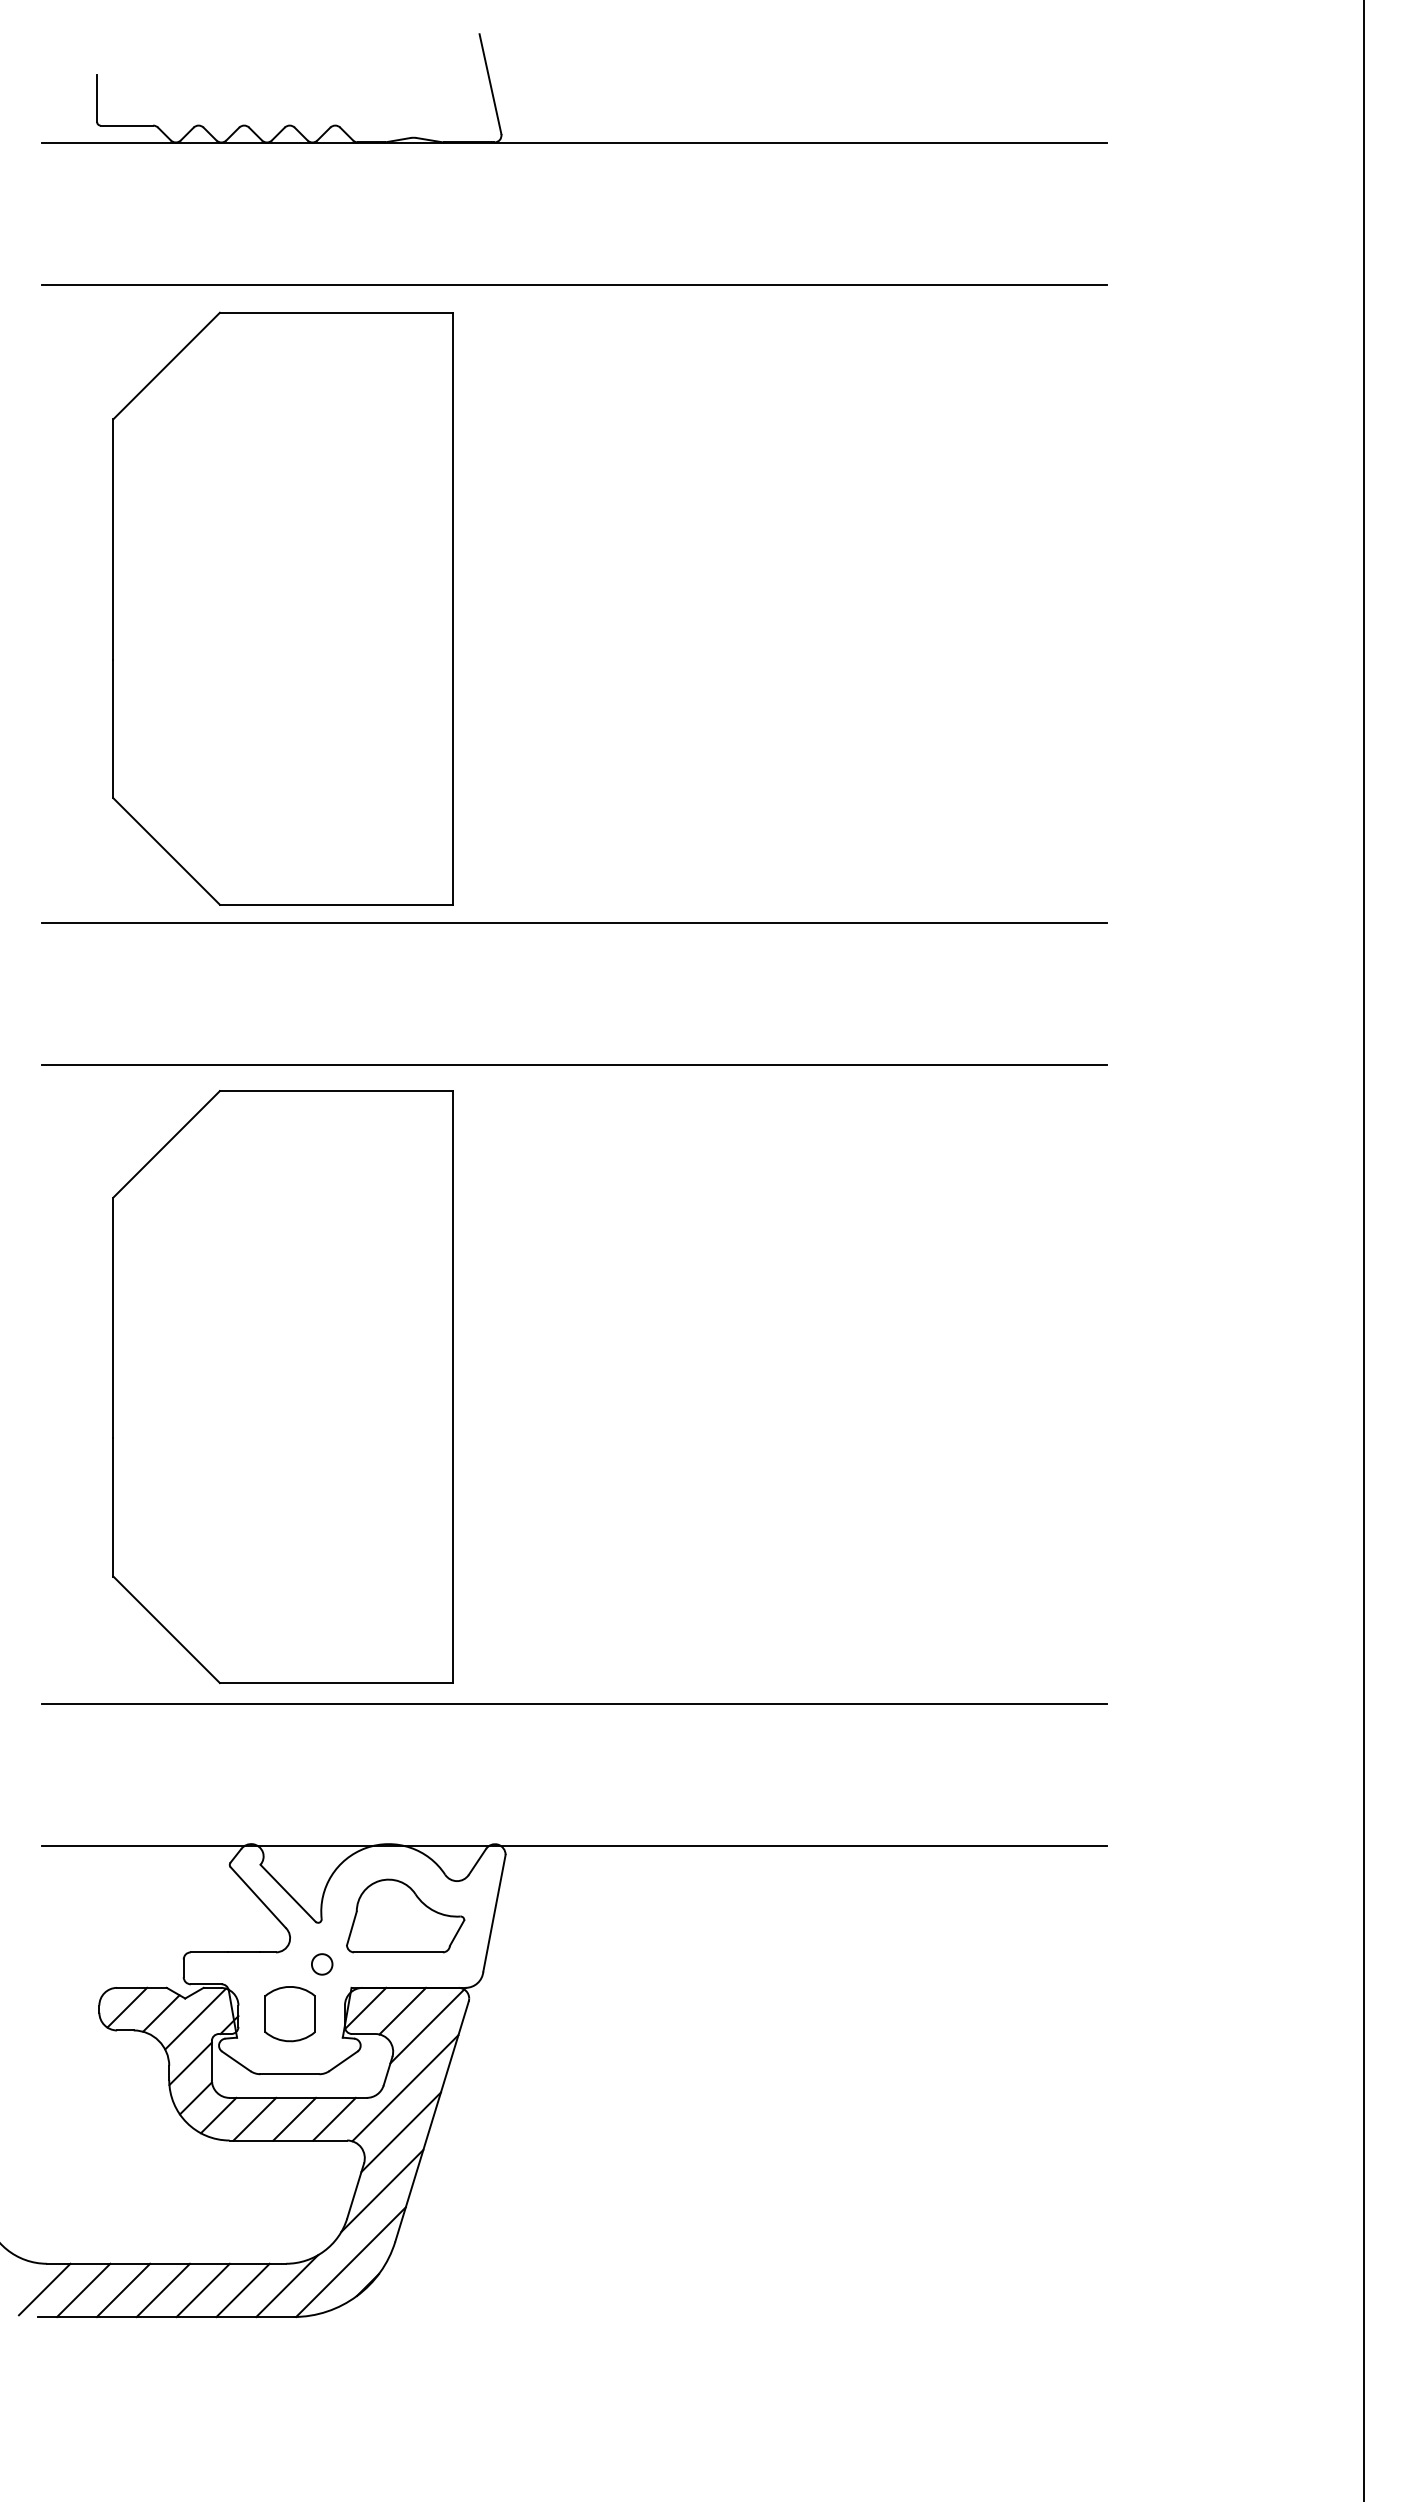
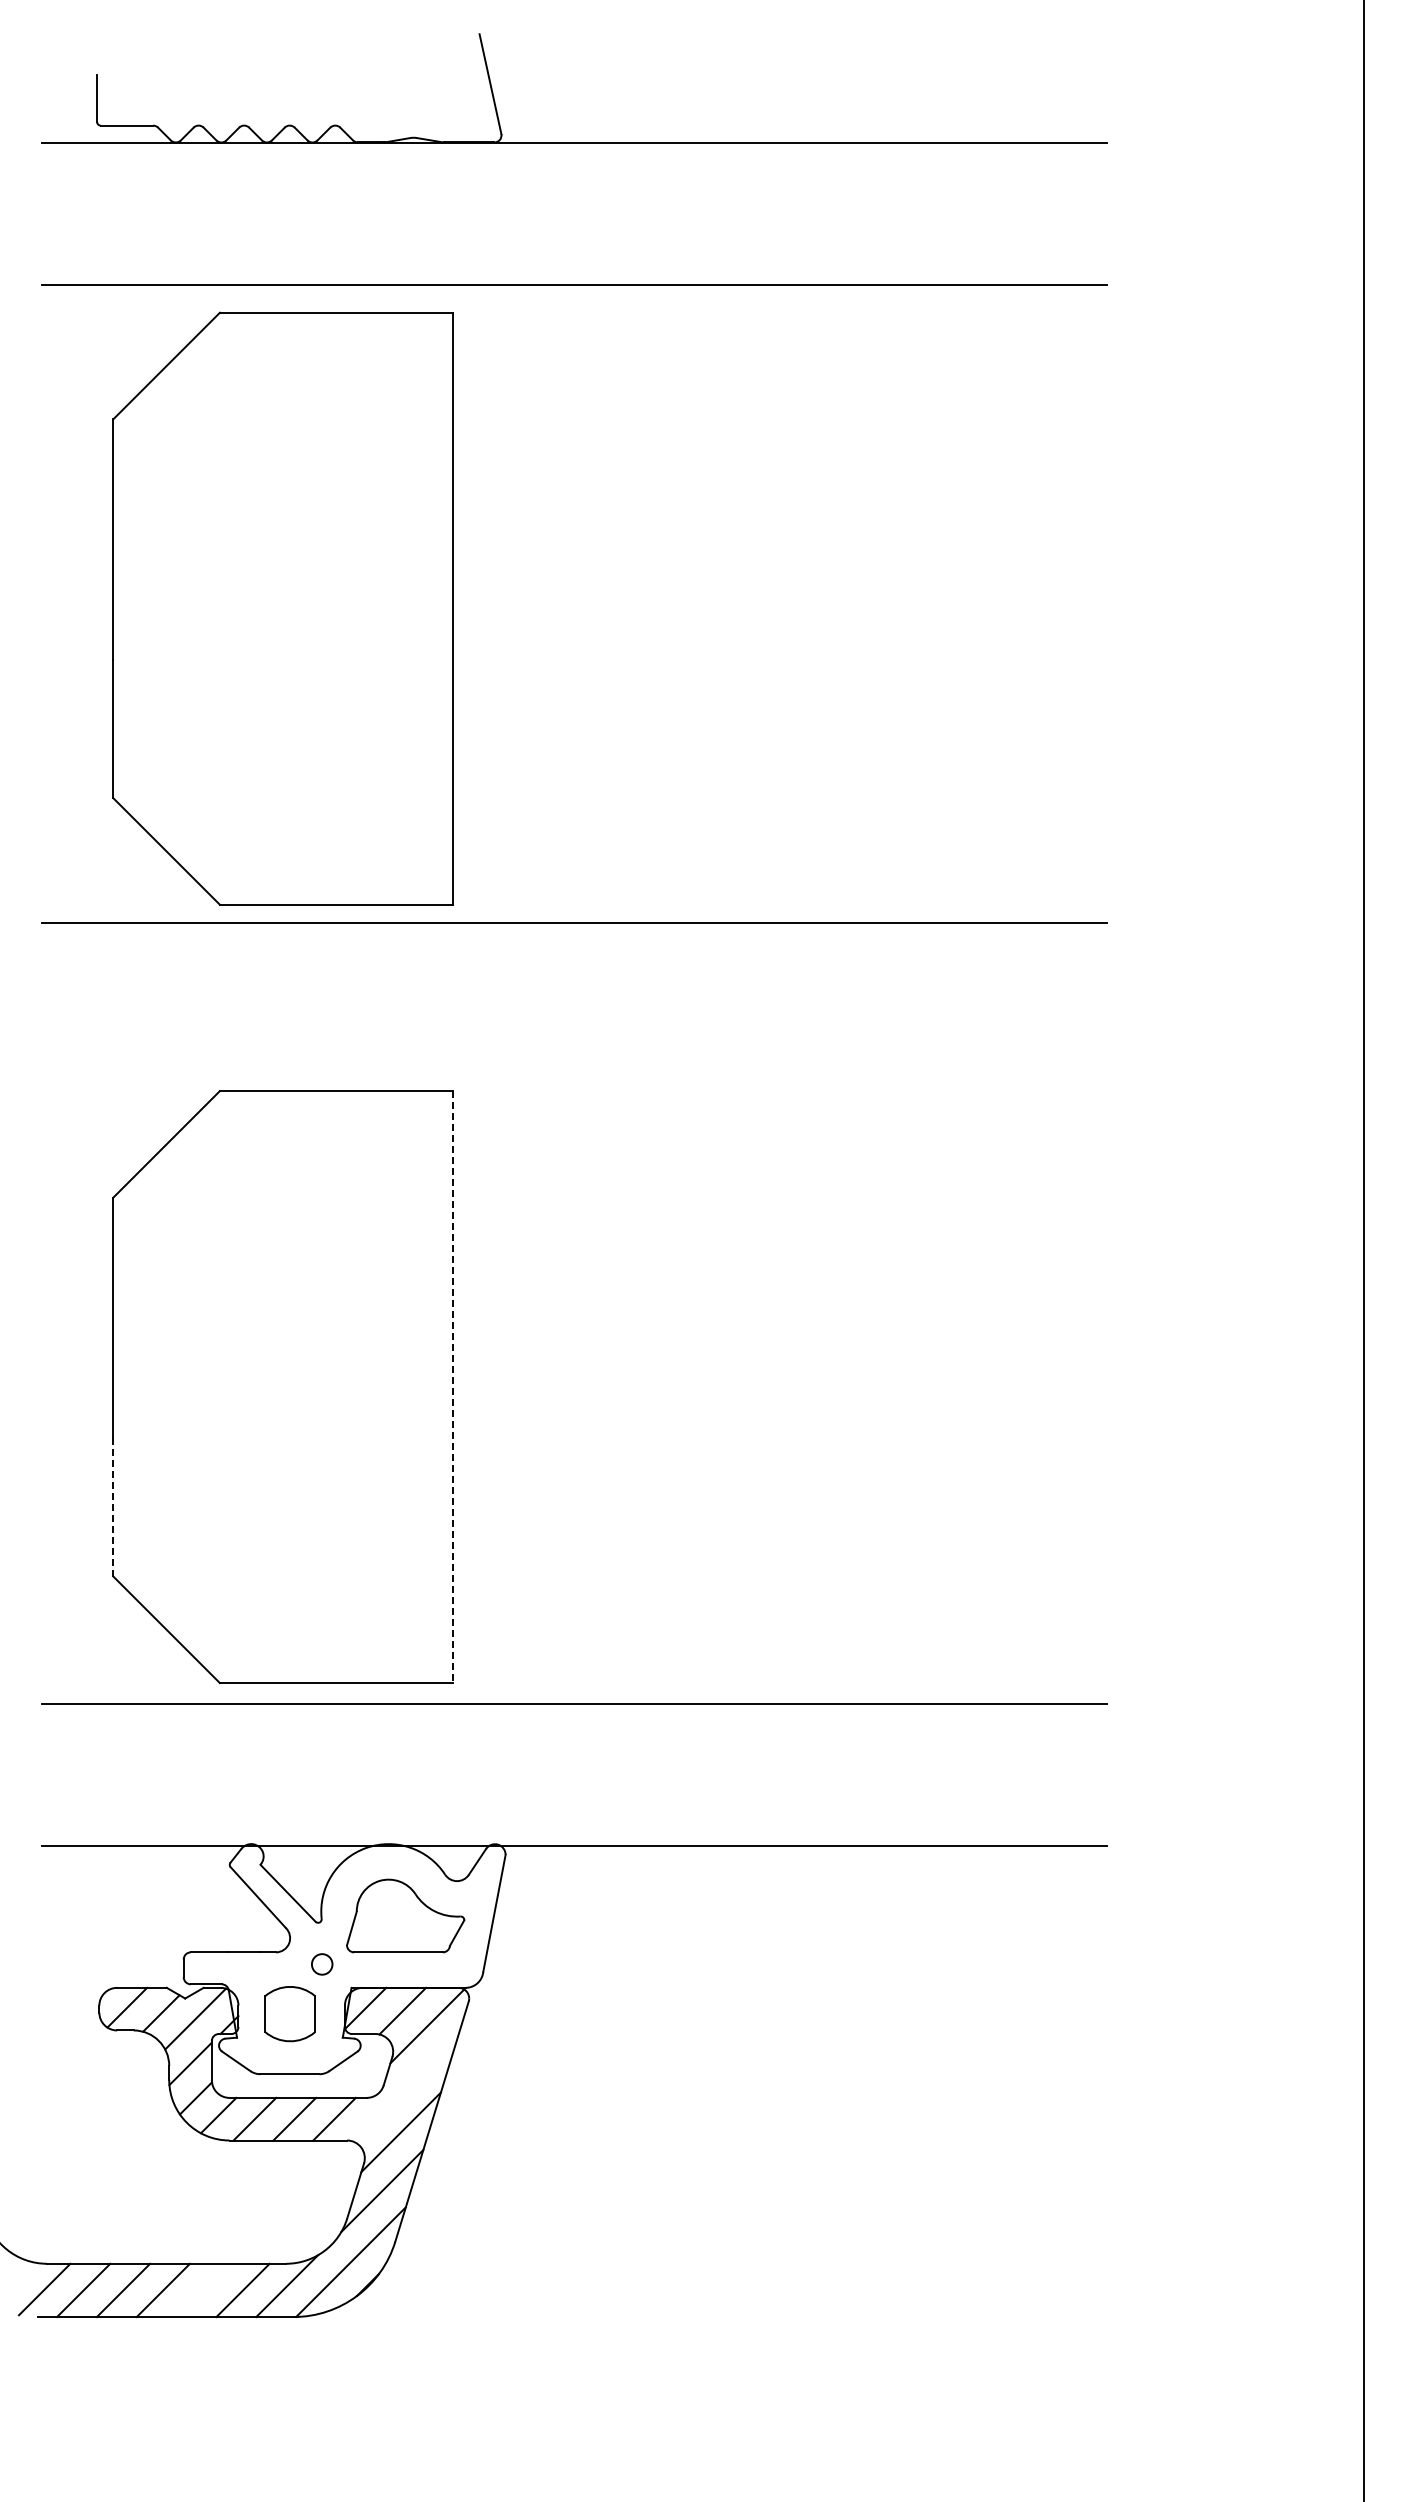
line at (574, 1065): present -> none
line at (452, 1387): solid -> dashed
line at (113, 1507): solid -> dashed
line at (405, 2088): present -> none
line at (202, 2290): present -> none
